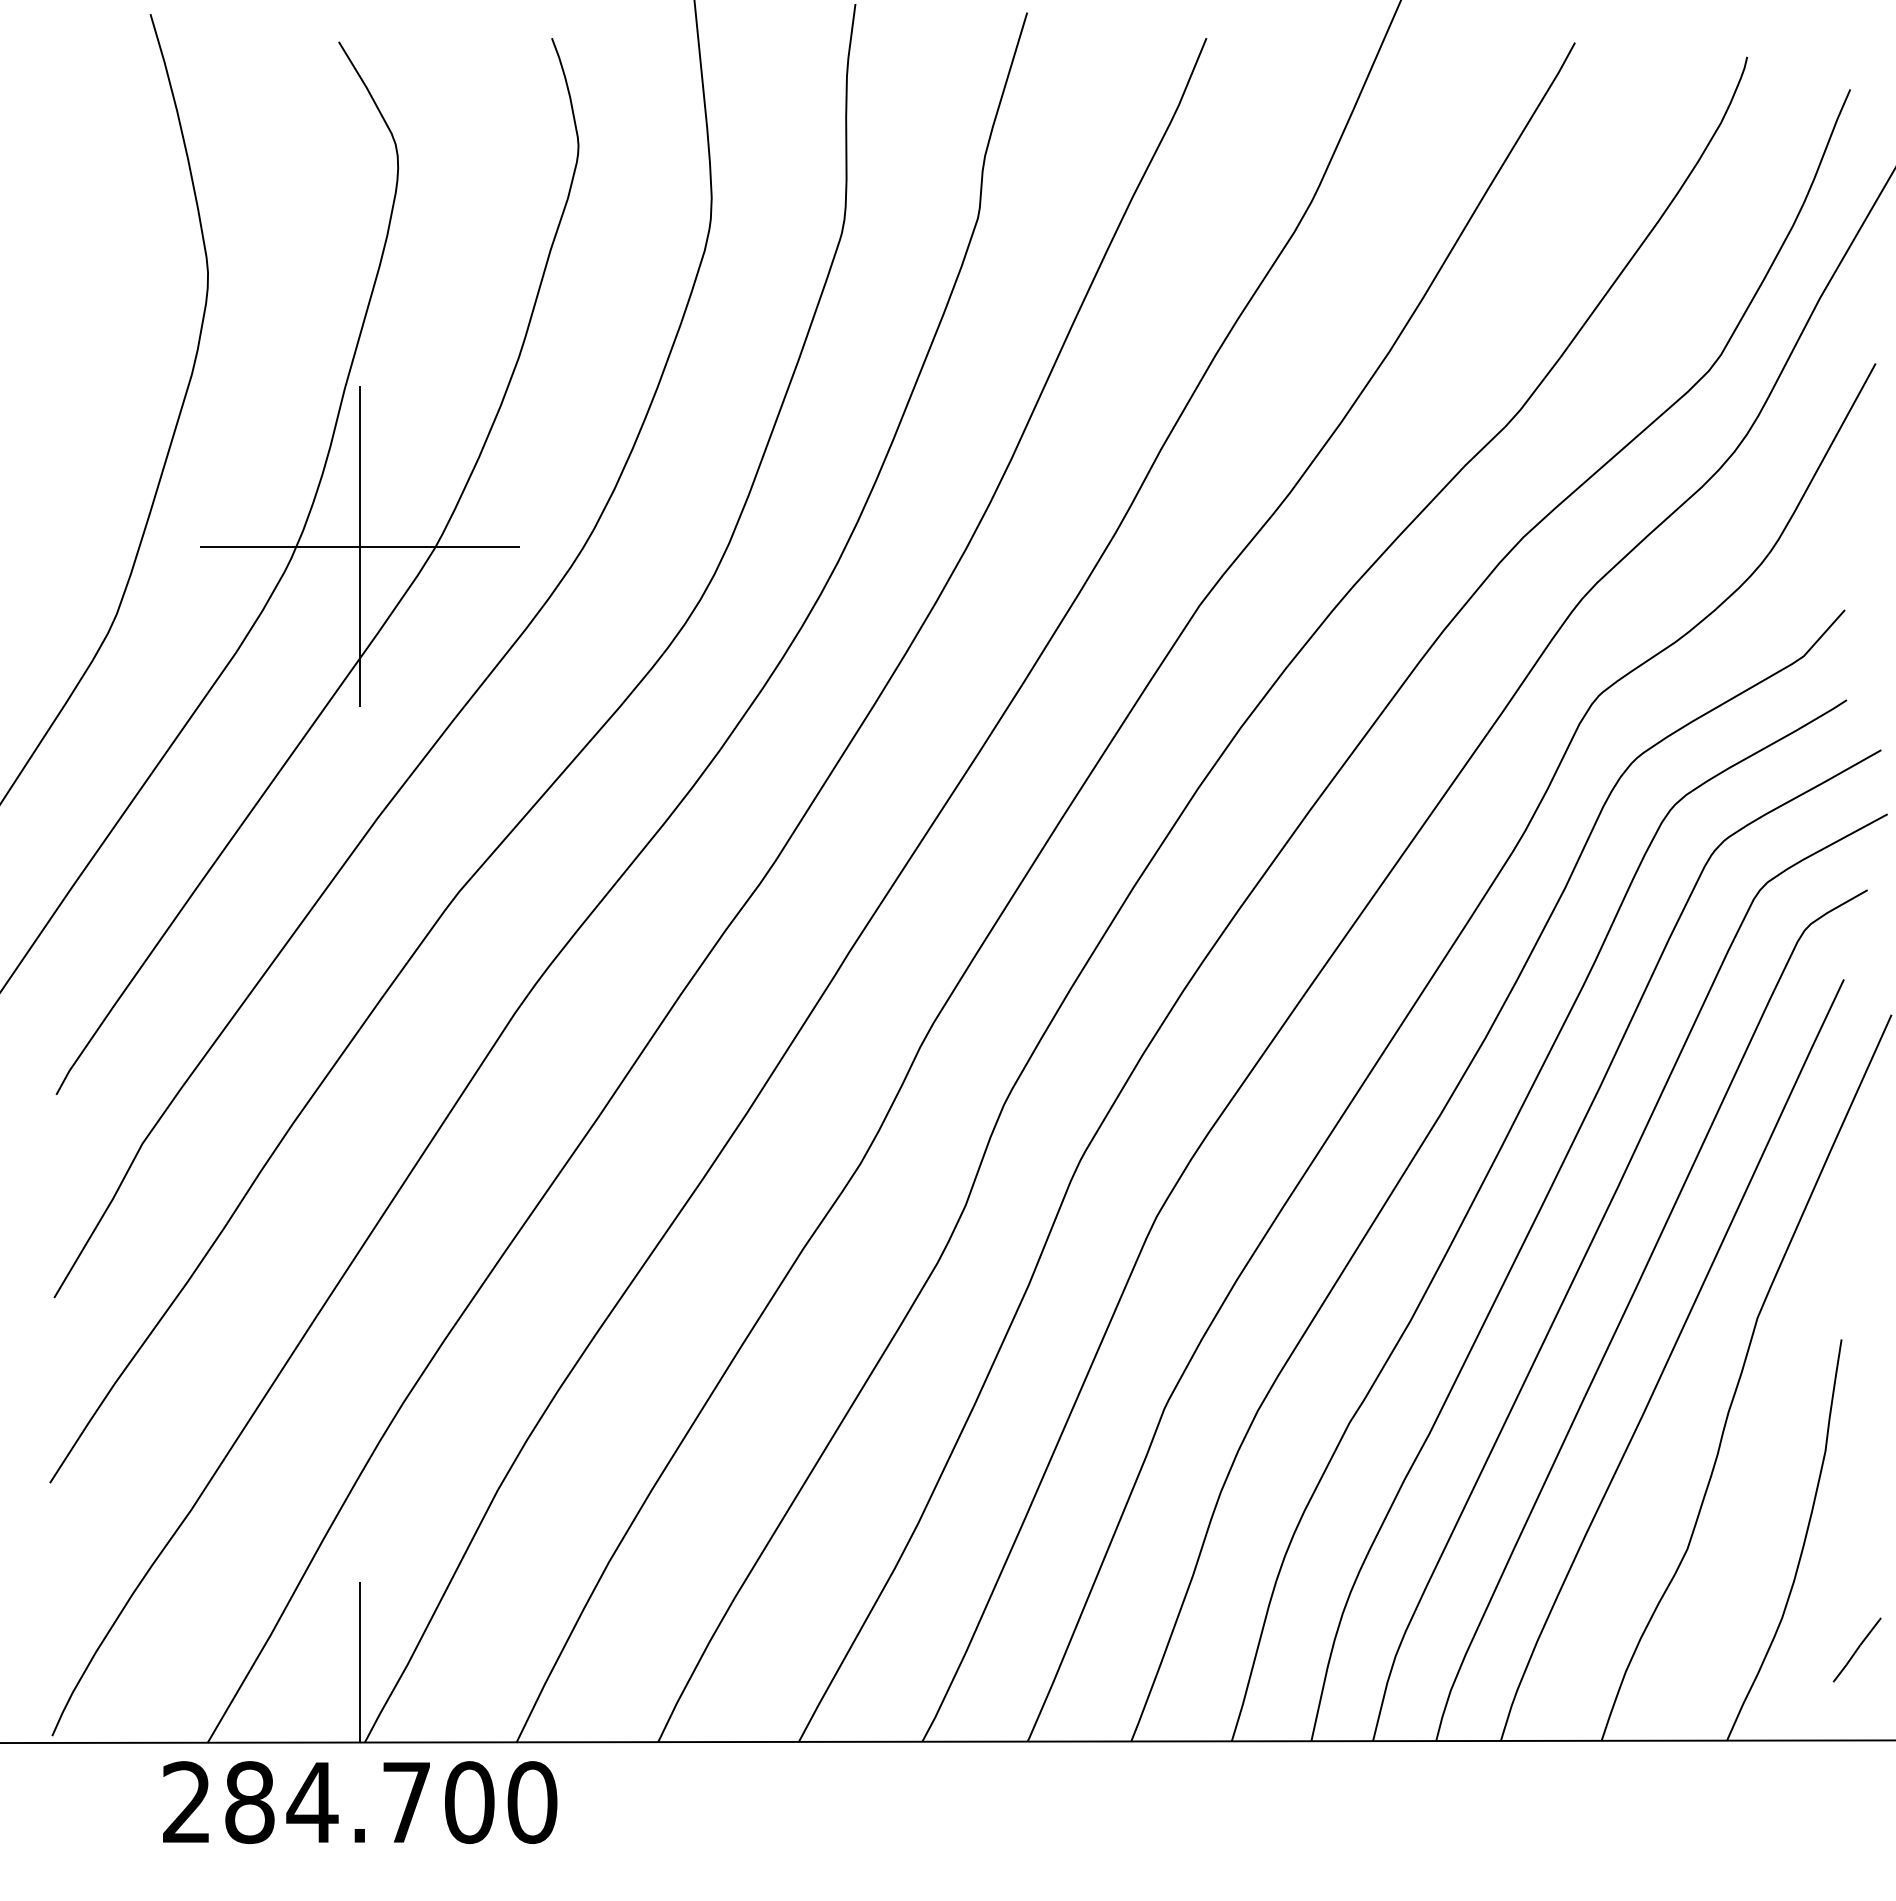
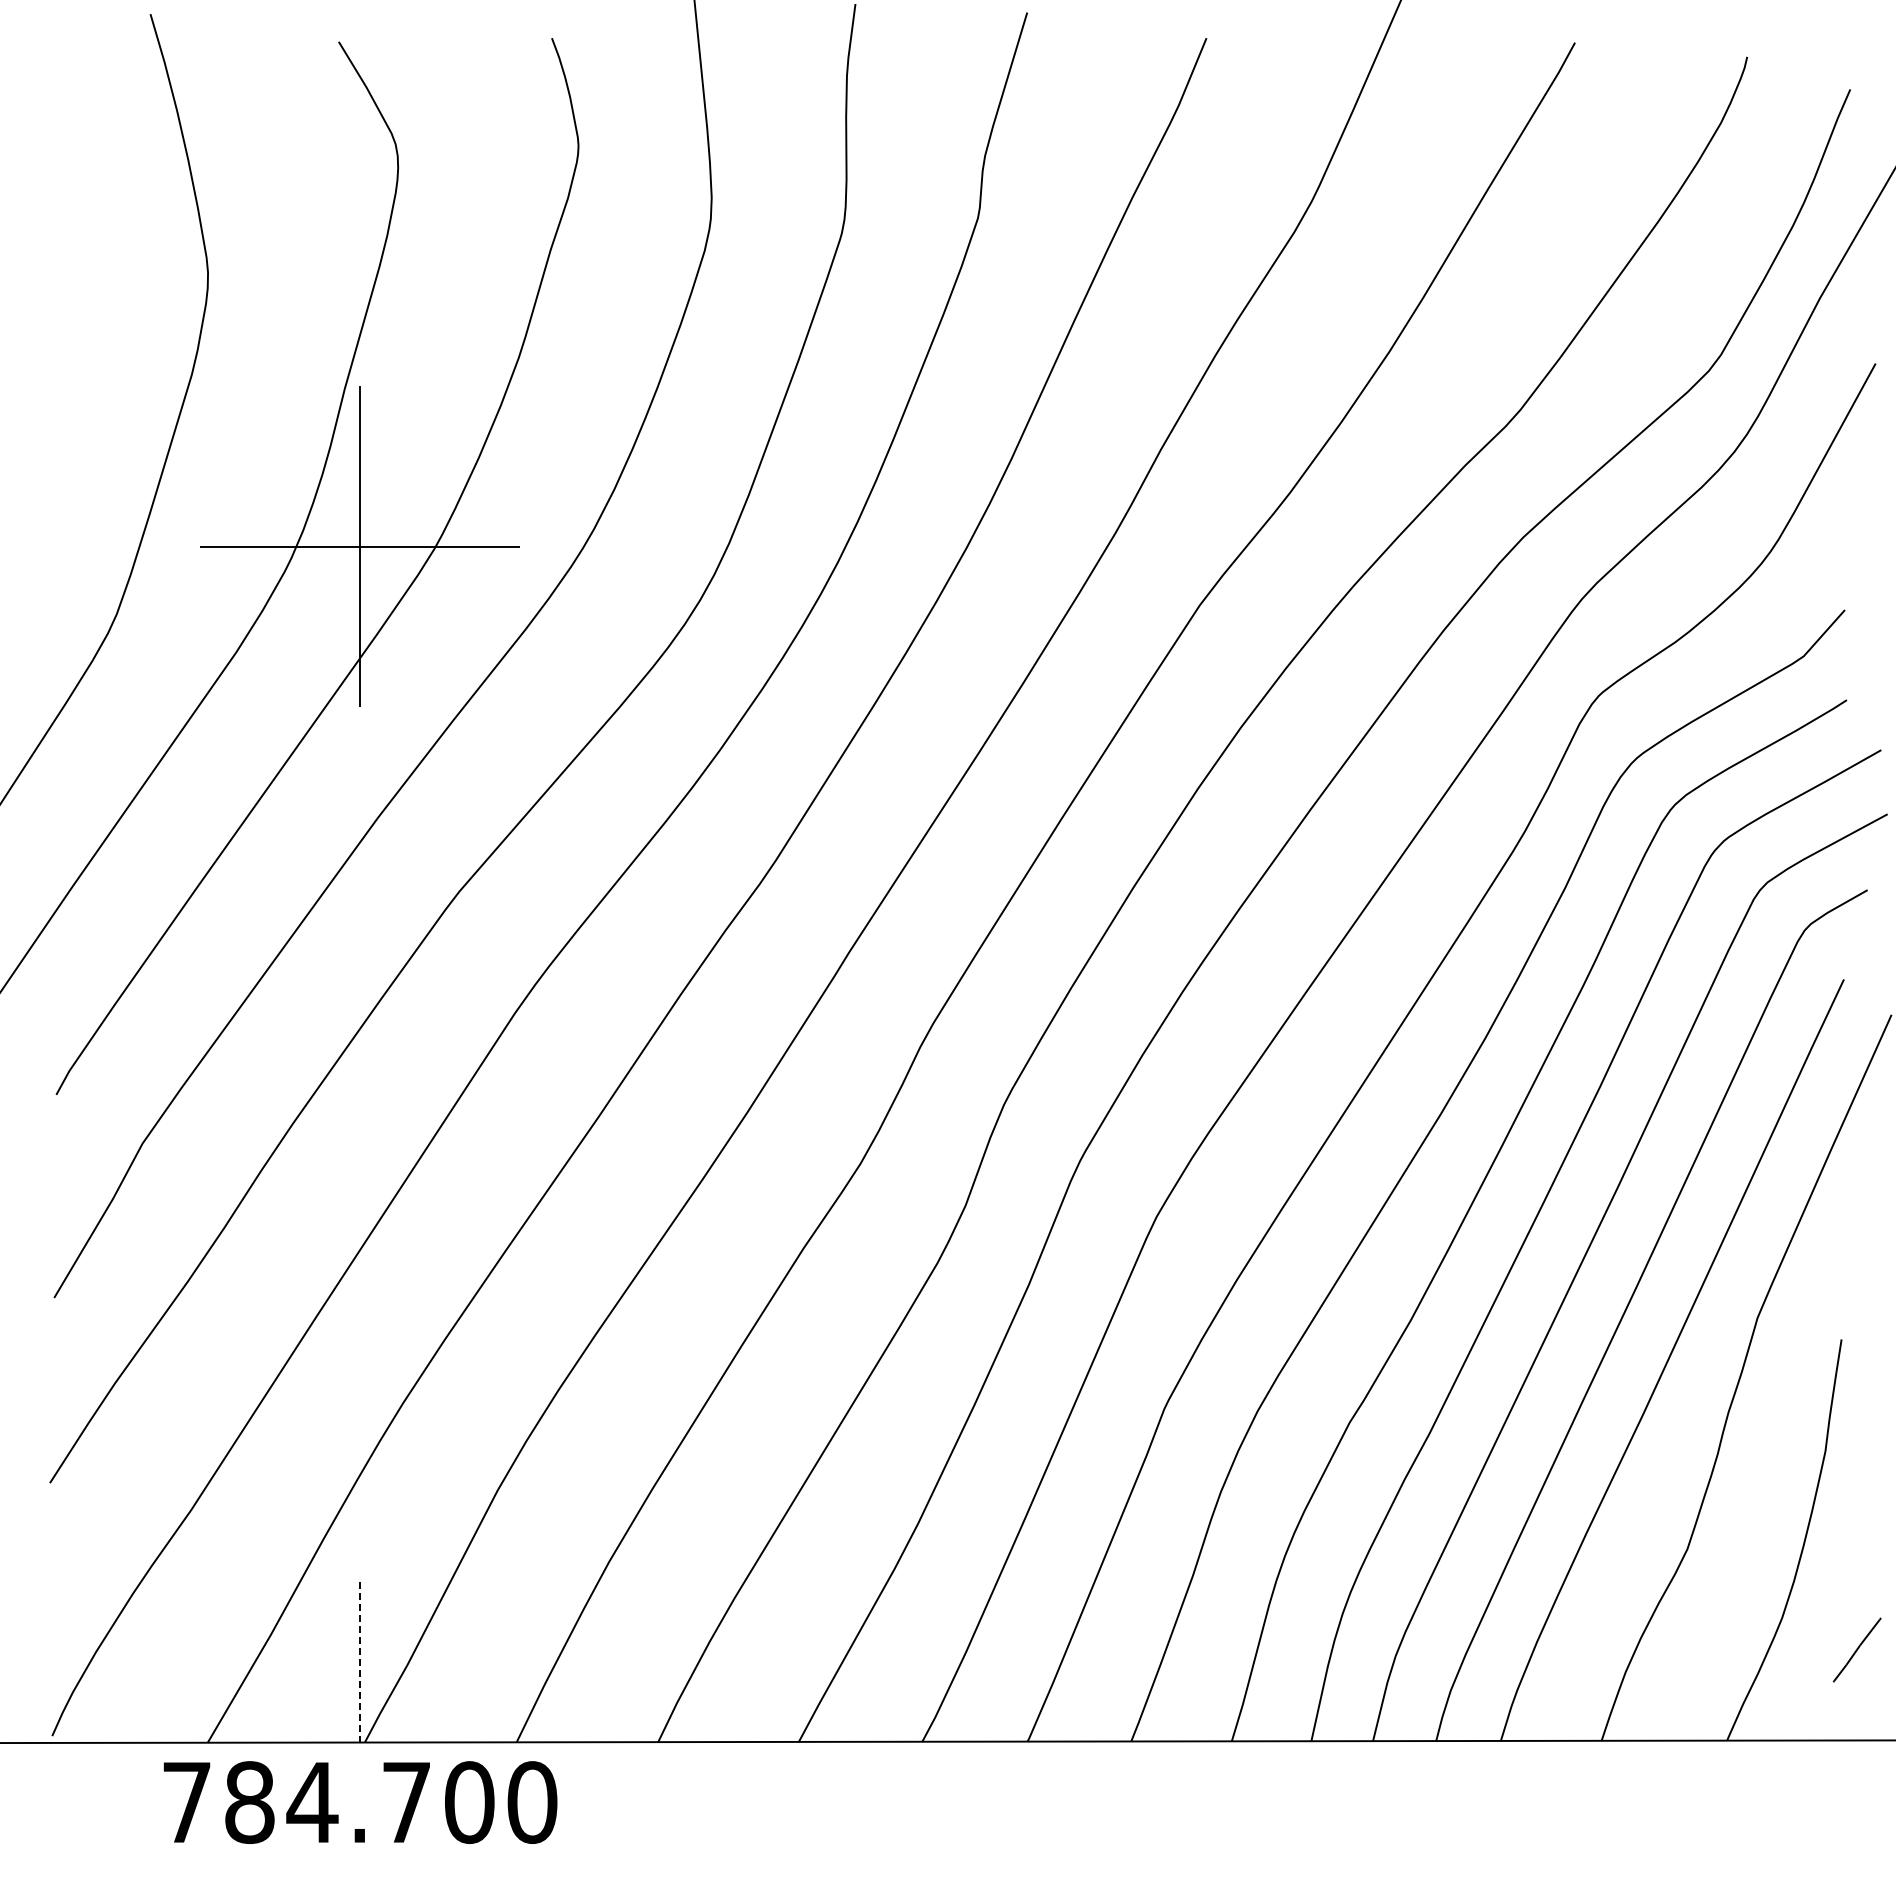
line at (359, 1662): solid -> dashed
text at (186, 1801): 284.700 -> 784.700
